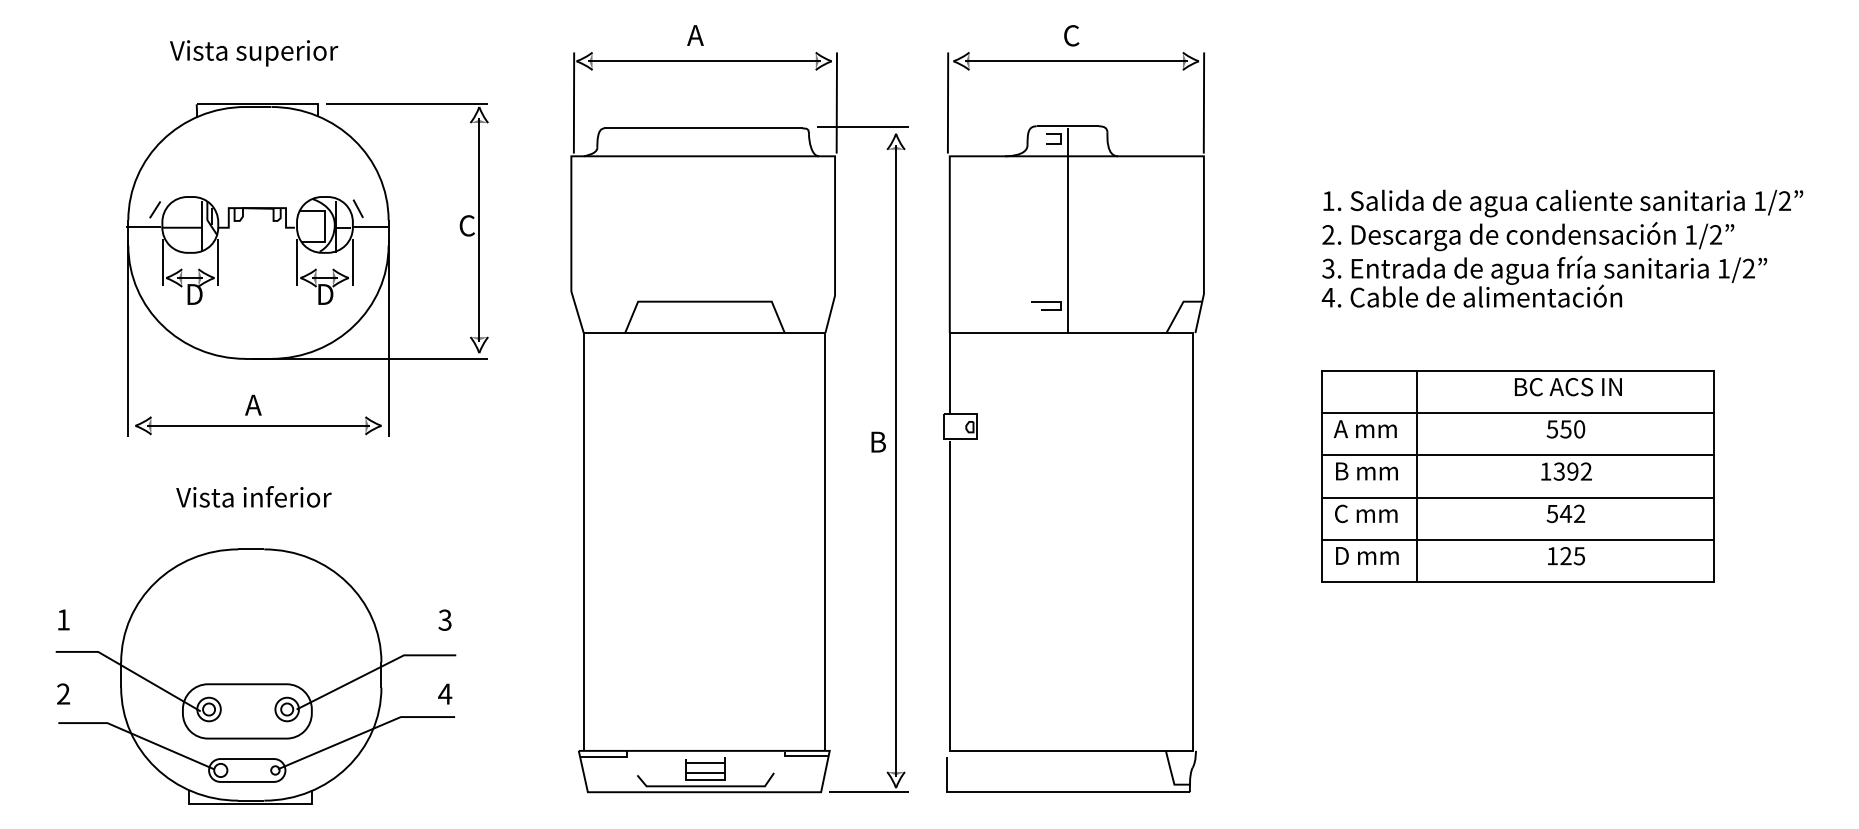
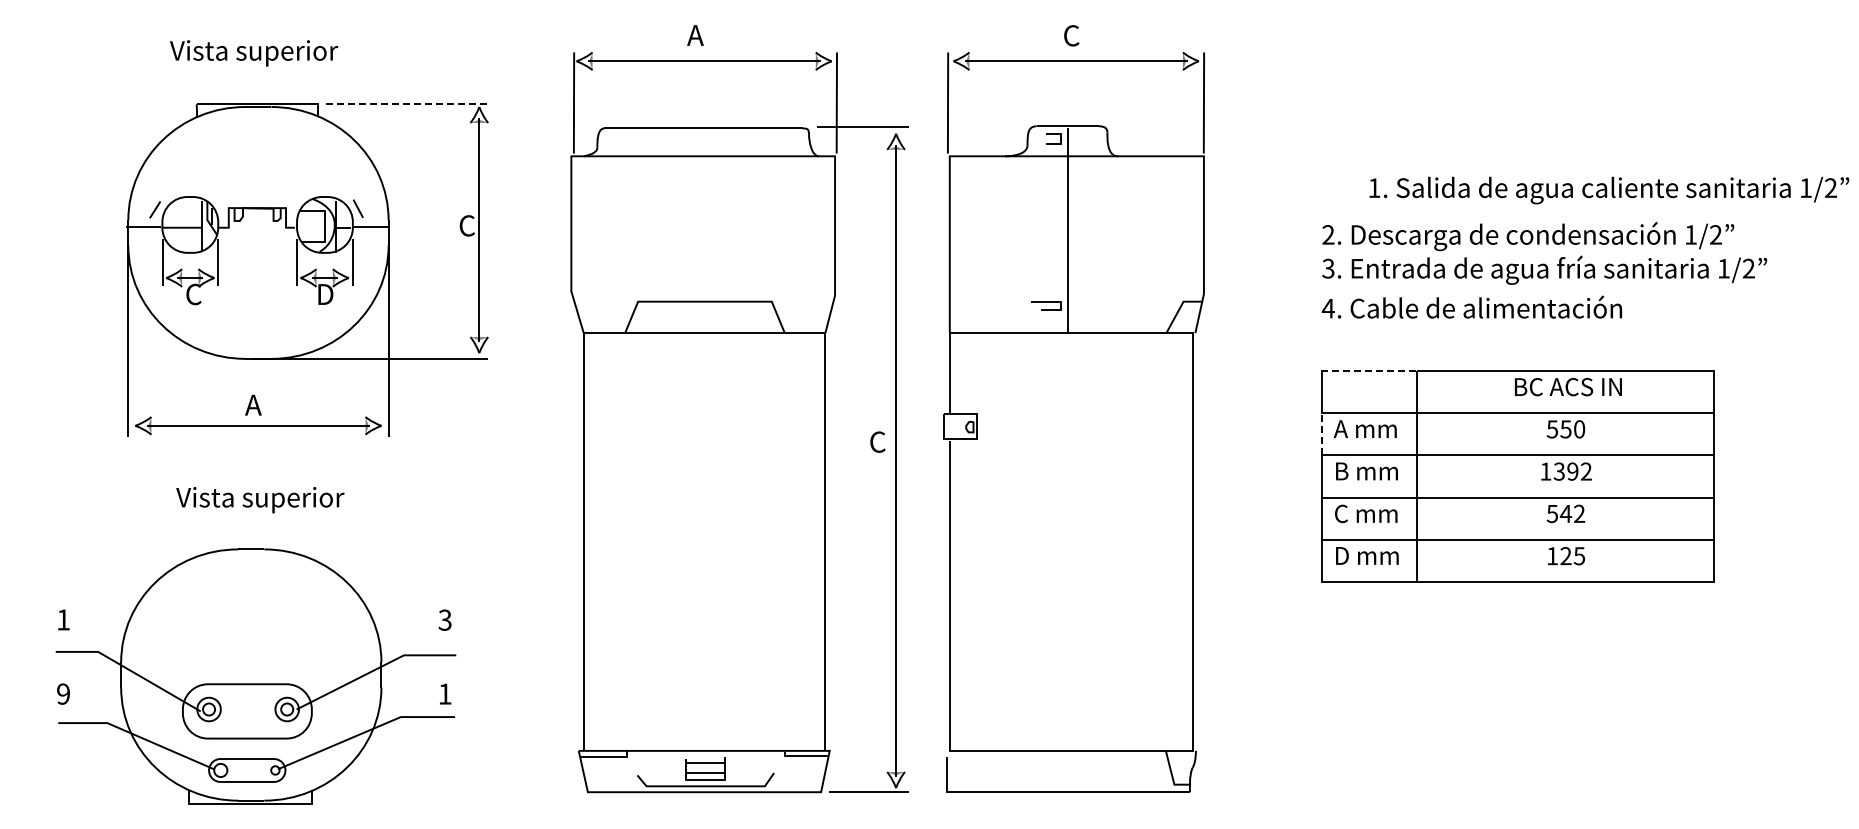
line at (407, 104): solid -> dashed
text at (1563, 203) position: (1563, 203) -> (1609, 190)
text at (194, 294): D -> C
text at (1471, 295) position: (1471, 295) -> (1471, 306)
line at (1369, 370): solid -> dashed
line at (1321, 434): solid -> dashed
text at (877, 441): B -> C
text at (293, 499): Vista inferior -> Vista superior
text at (63, 693): 2 -> 9
text at (445, 693): 4 -> 1
